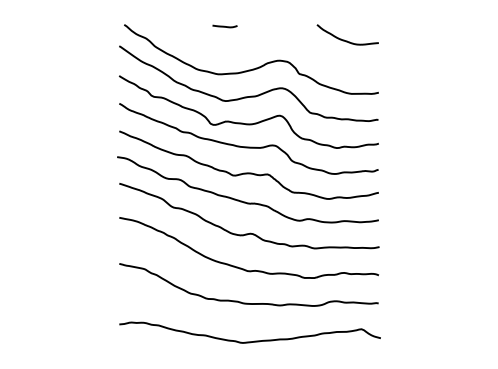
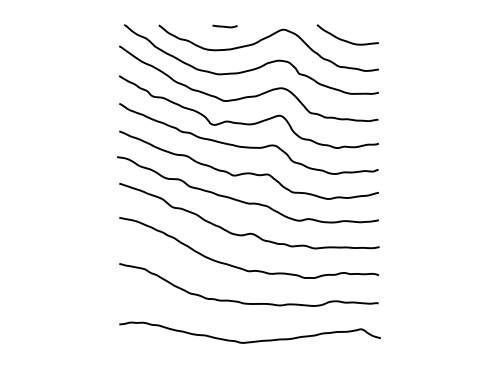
curve at (265, 39): none -> present
